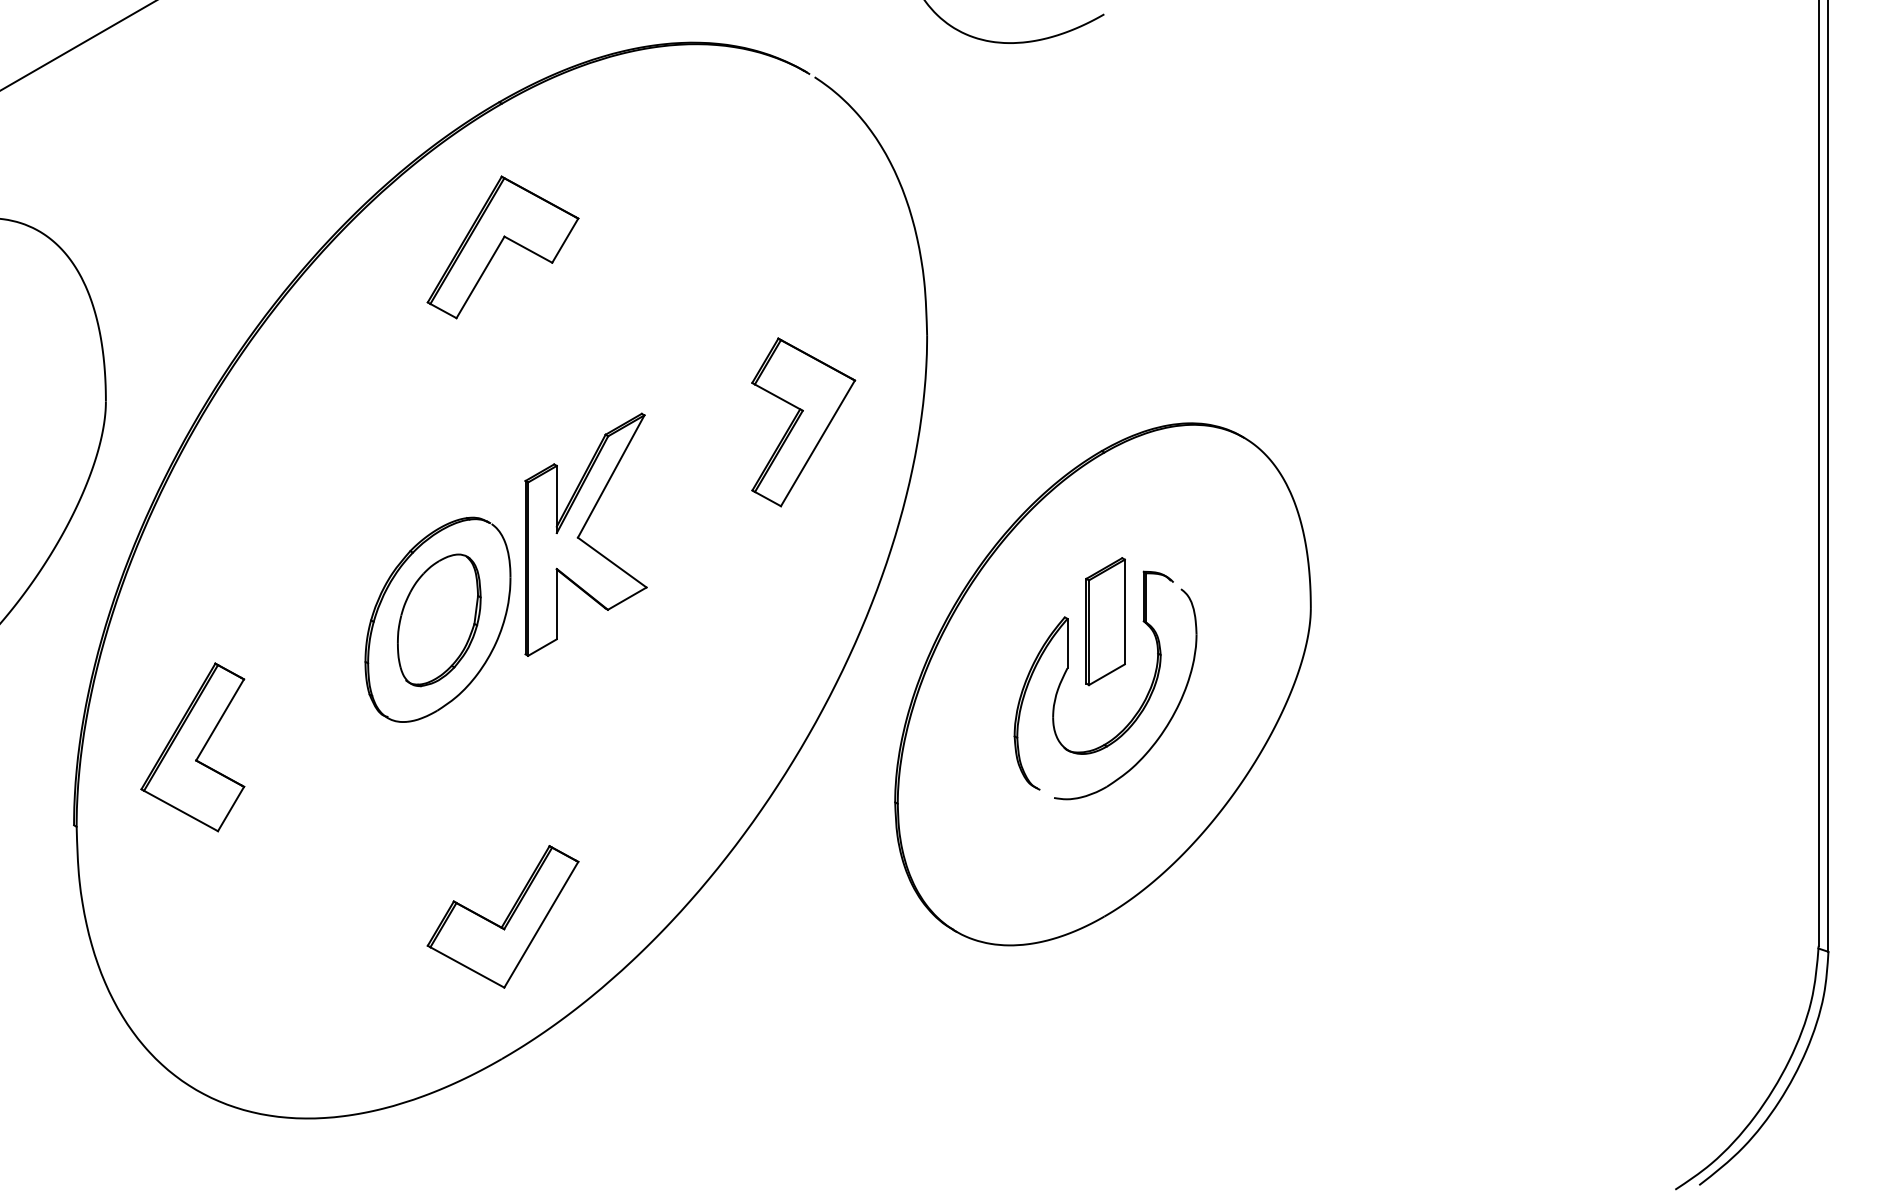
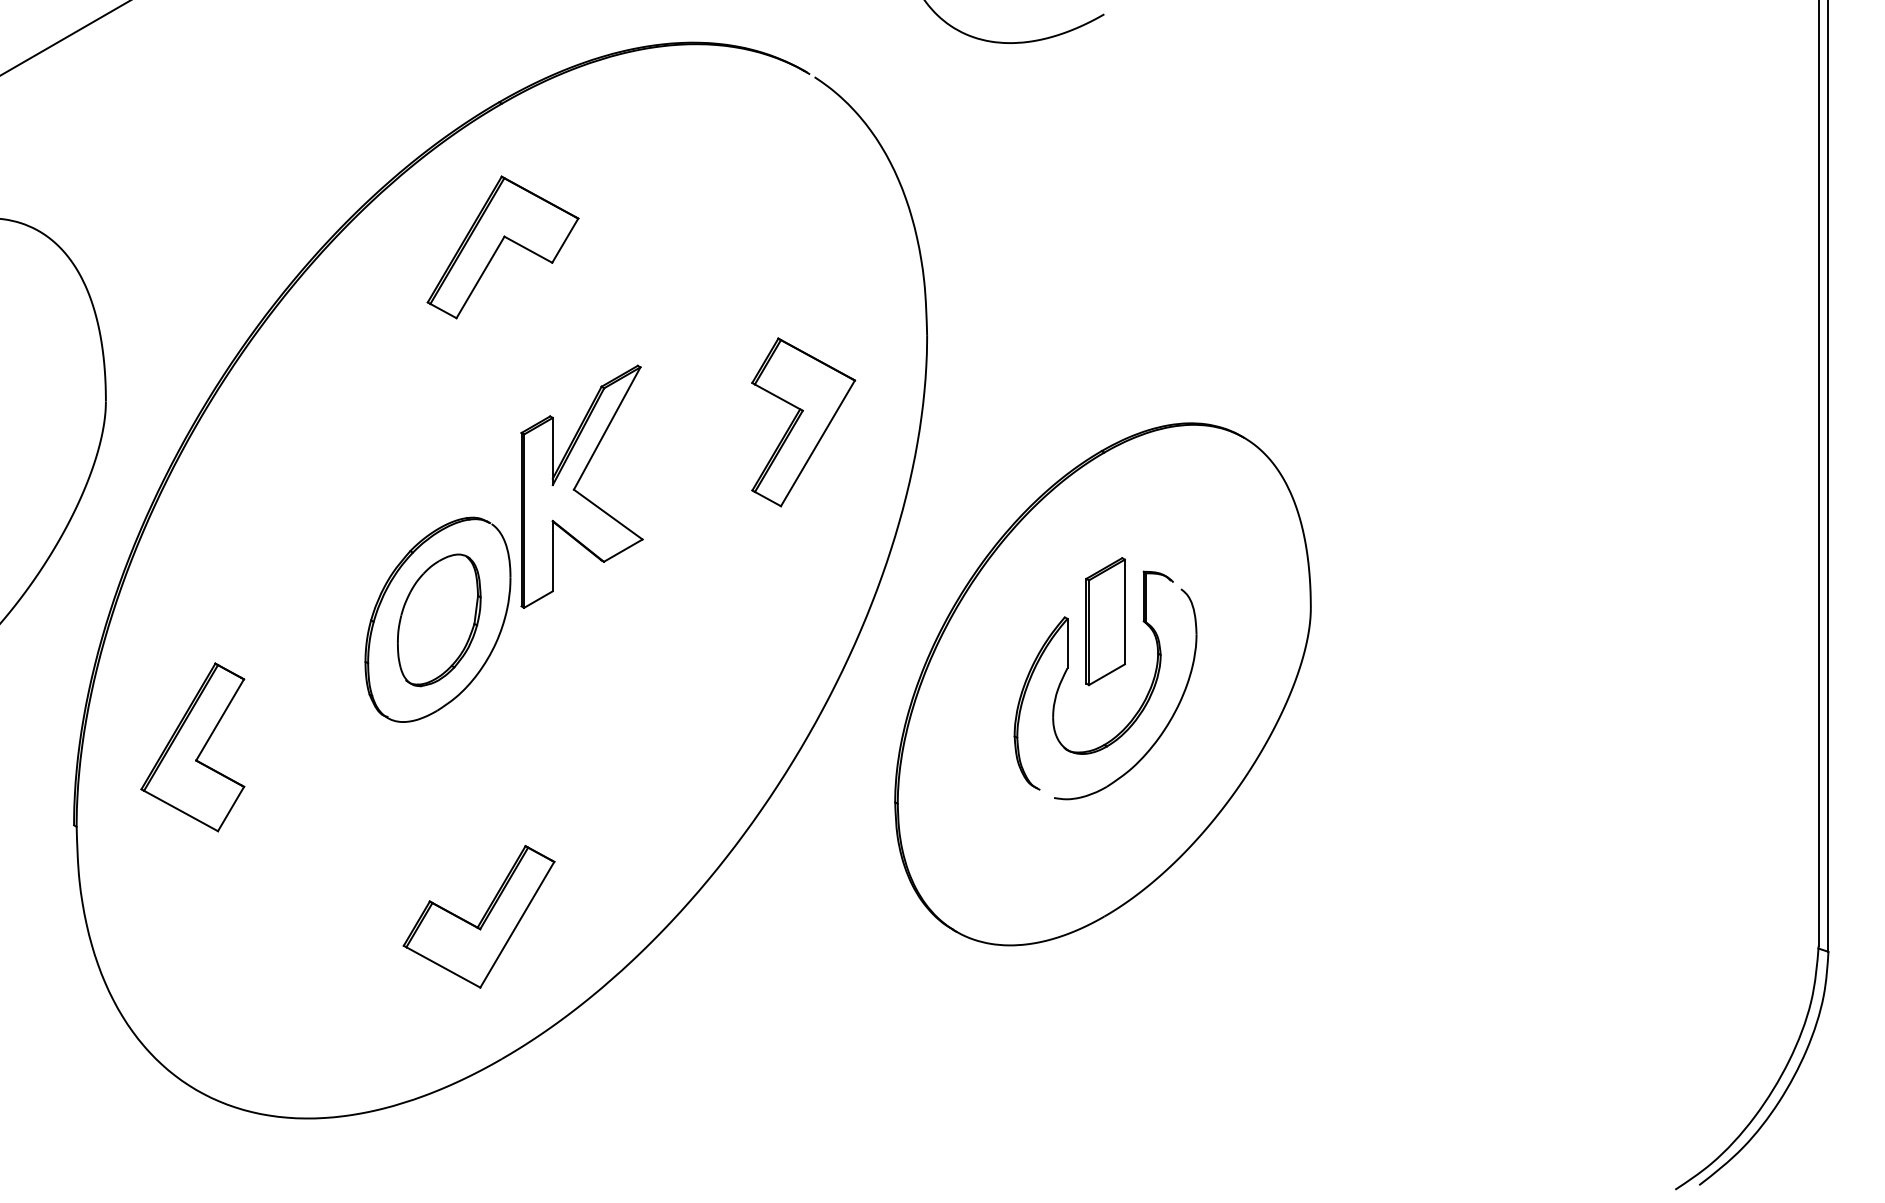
line at (77, 45) position: (77, 45) -> (64, 38)
part at (585, 534) position: (585, 534) -> (581, 486)
part at (502, 916) position: (502, 916) -> (478, 916)
